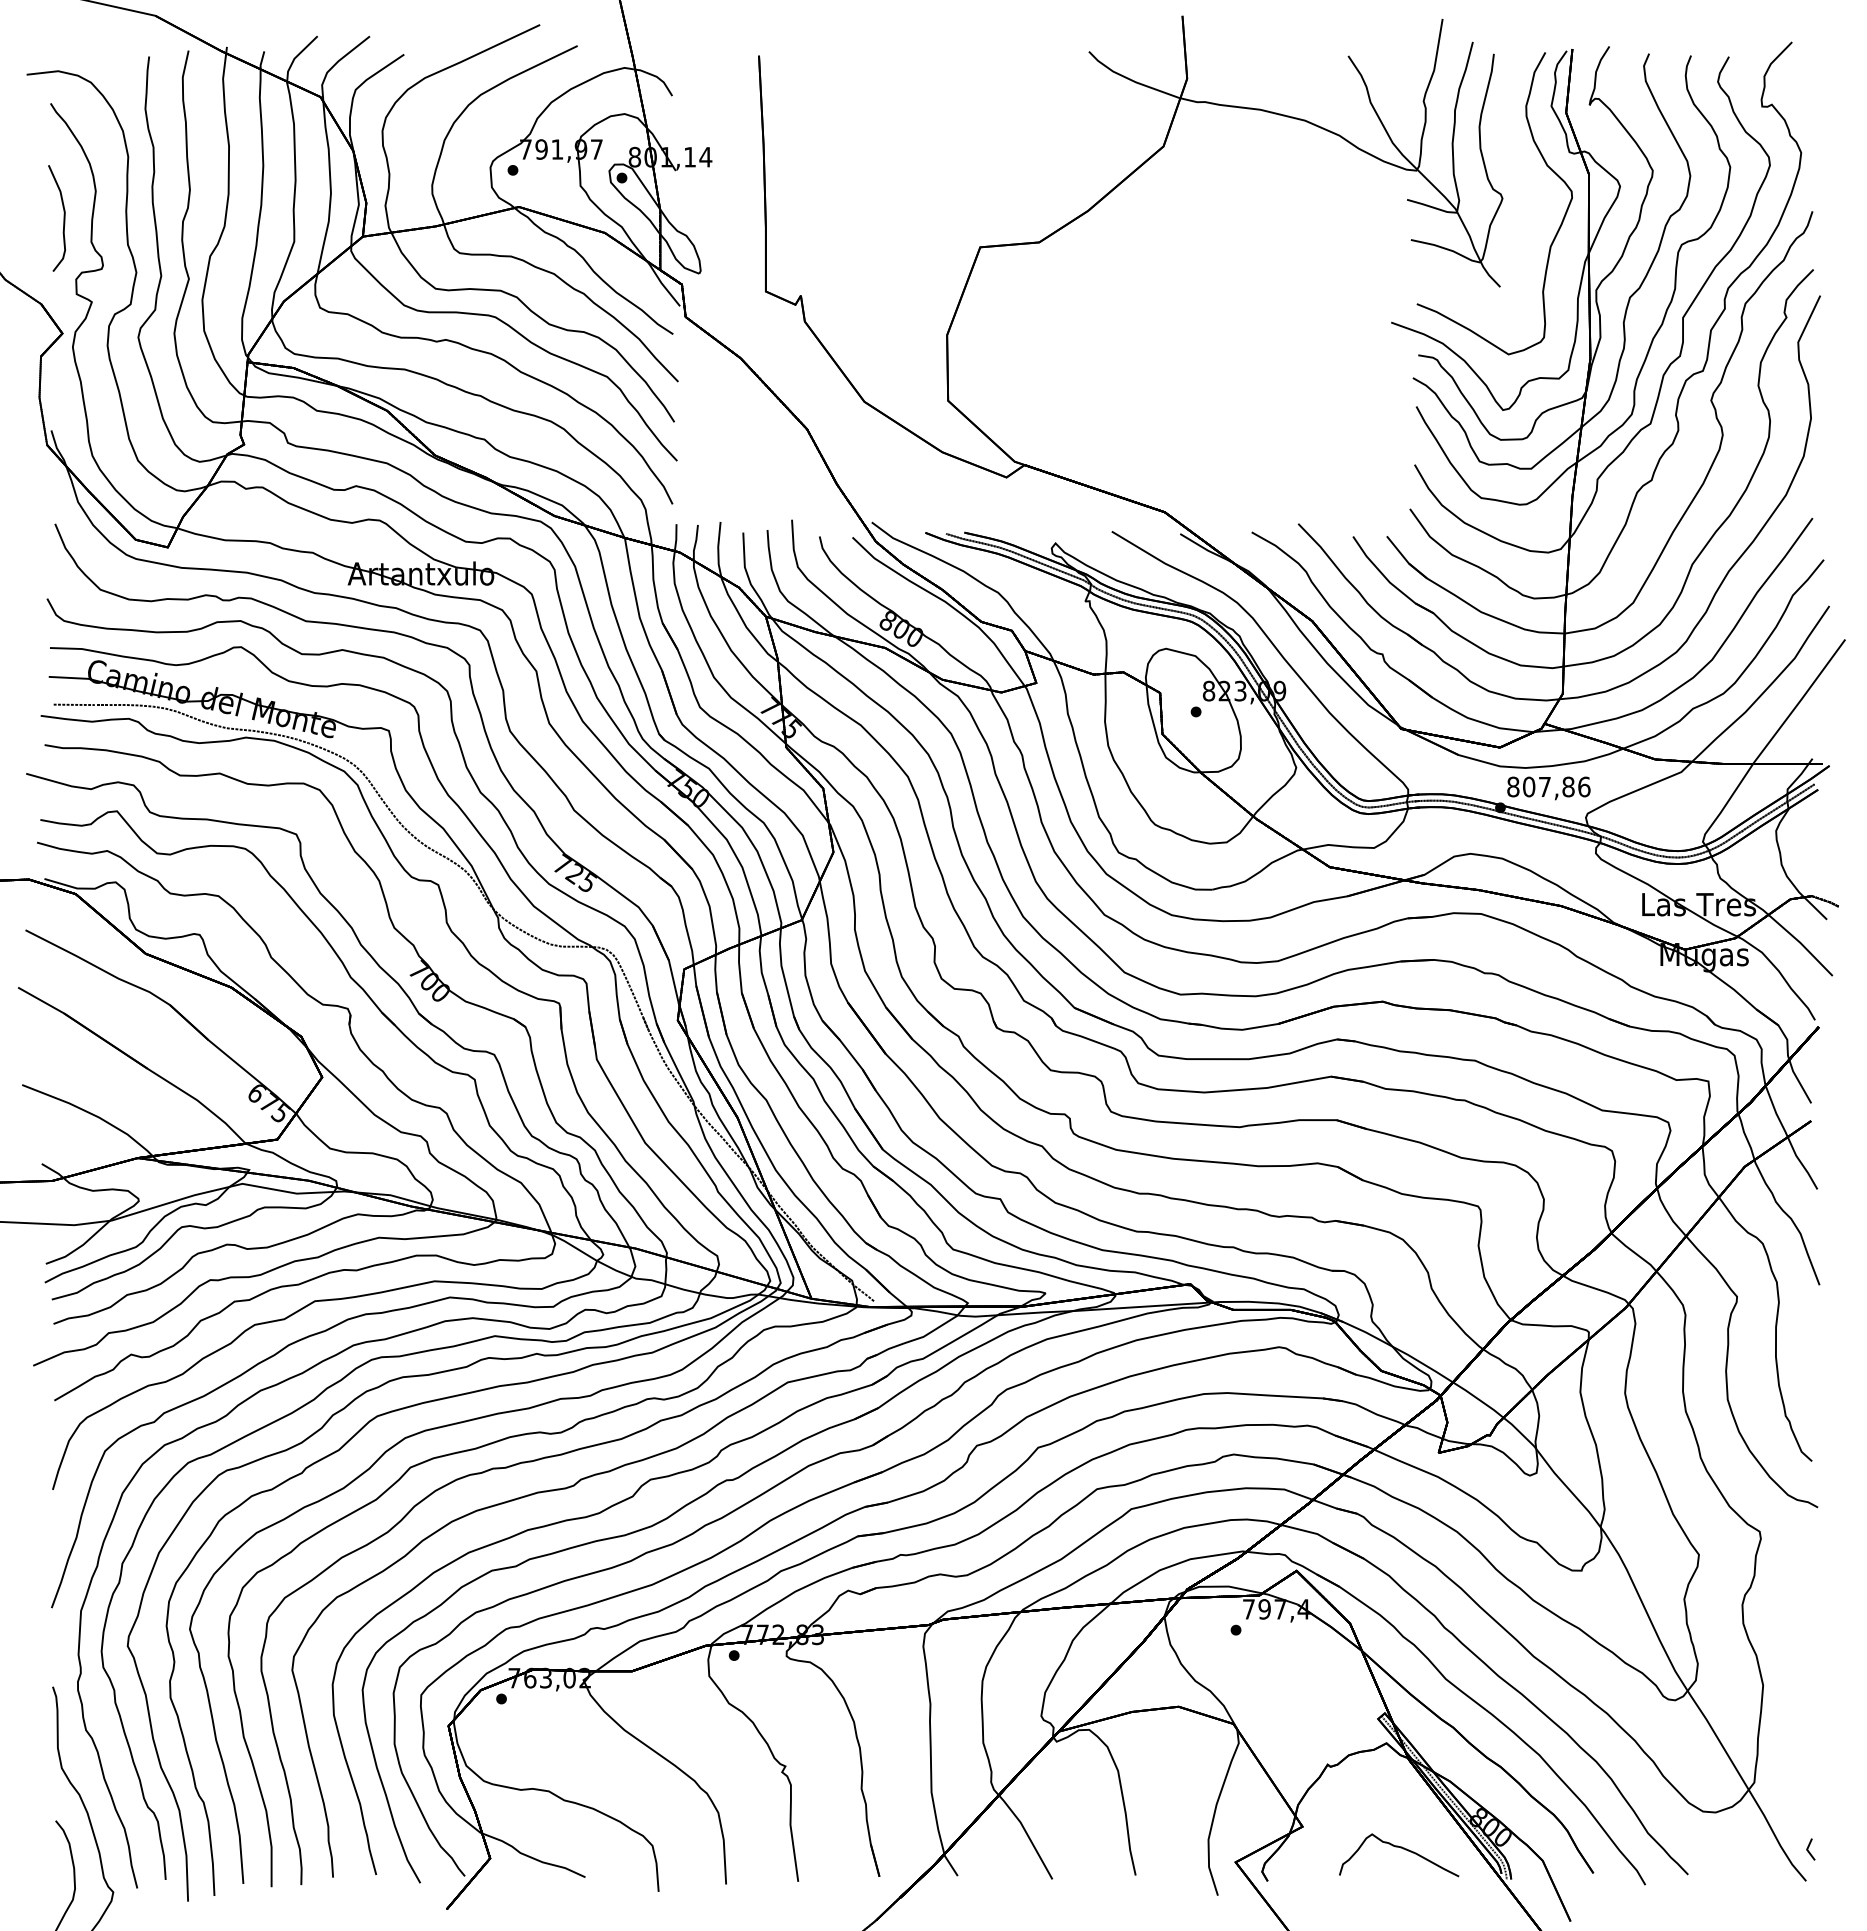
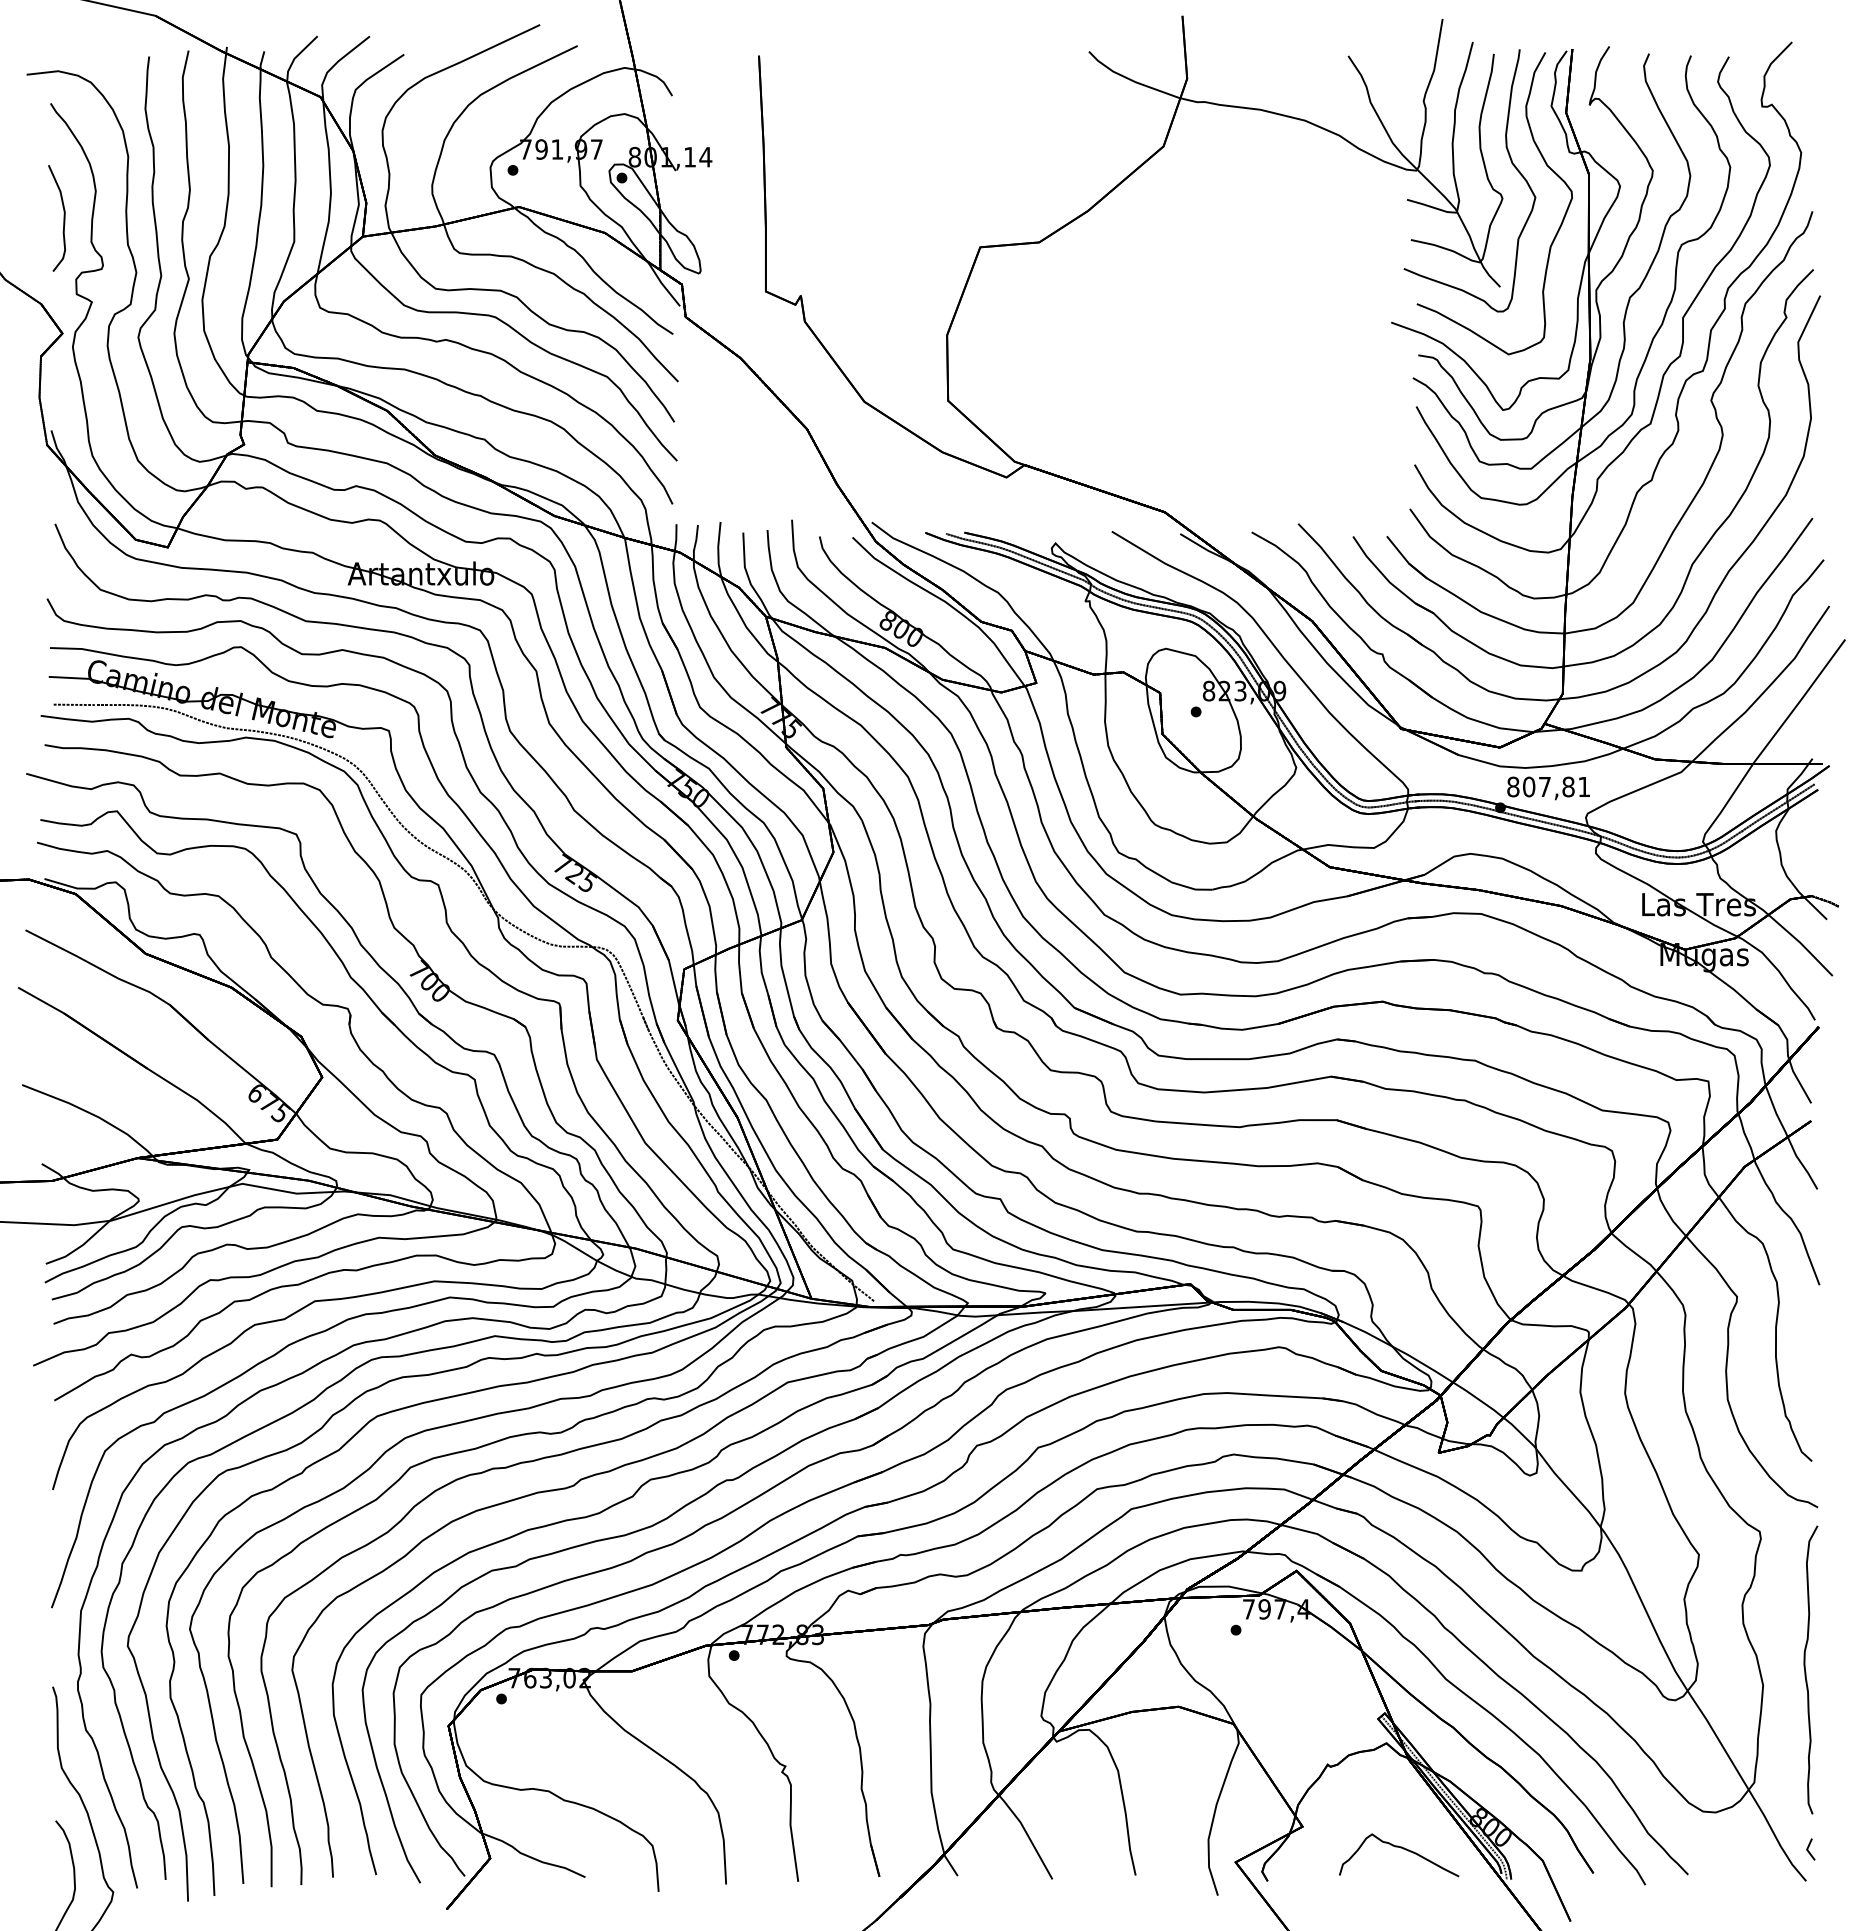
part at (1510, 161): none -> present
text at (1584, 786): 807,86 -> 807,81
curve at (1806, 1671): none -> present
